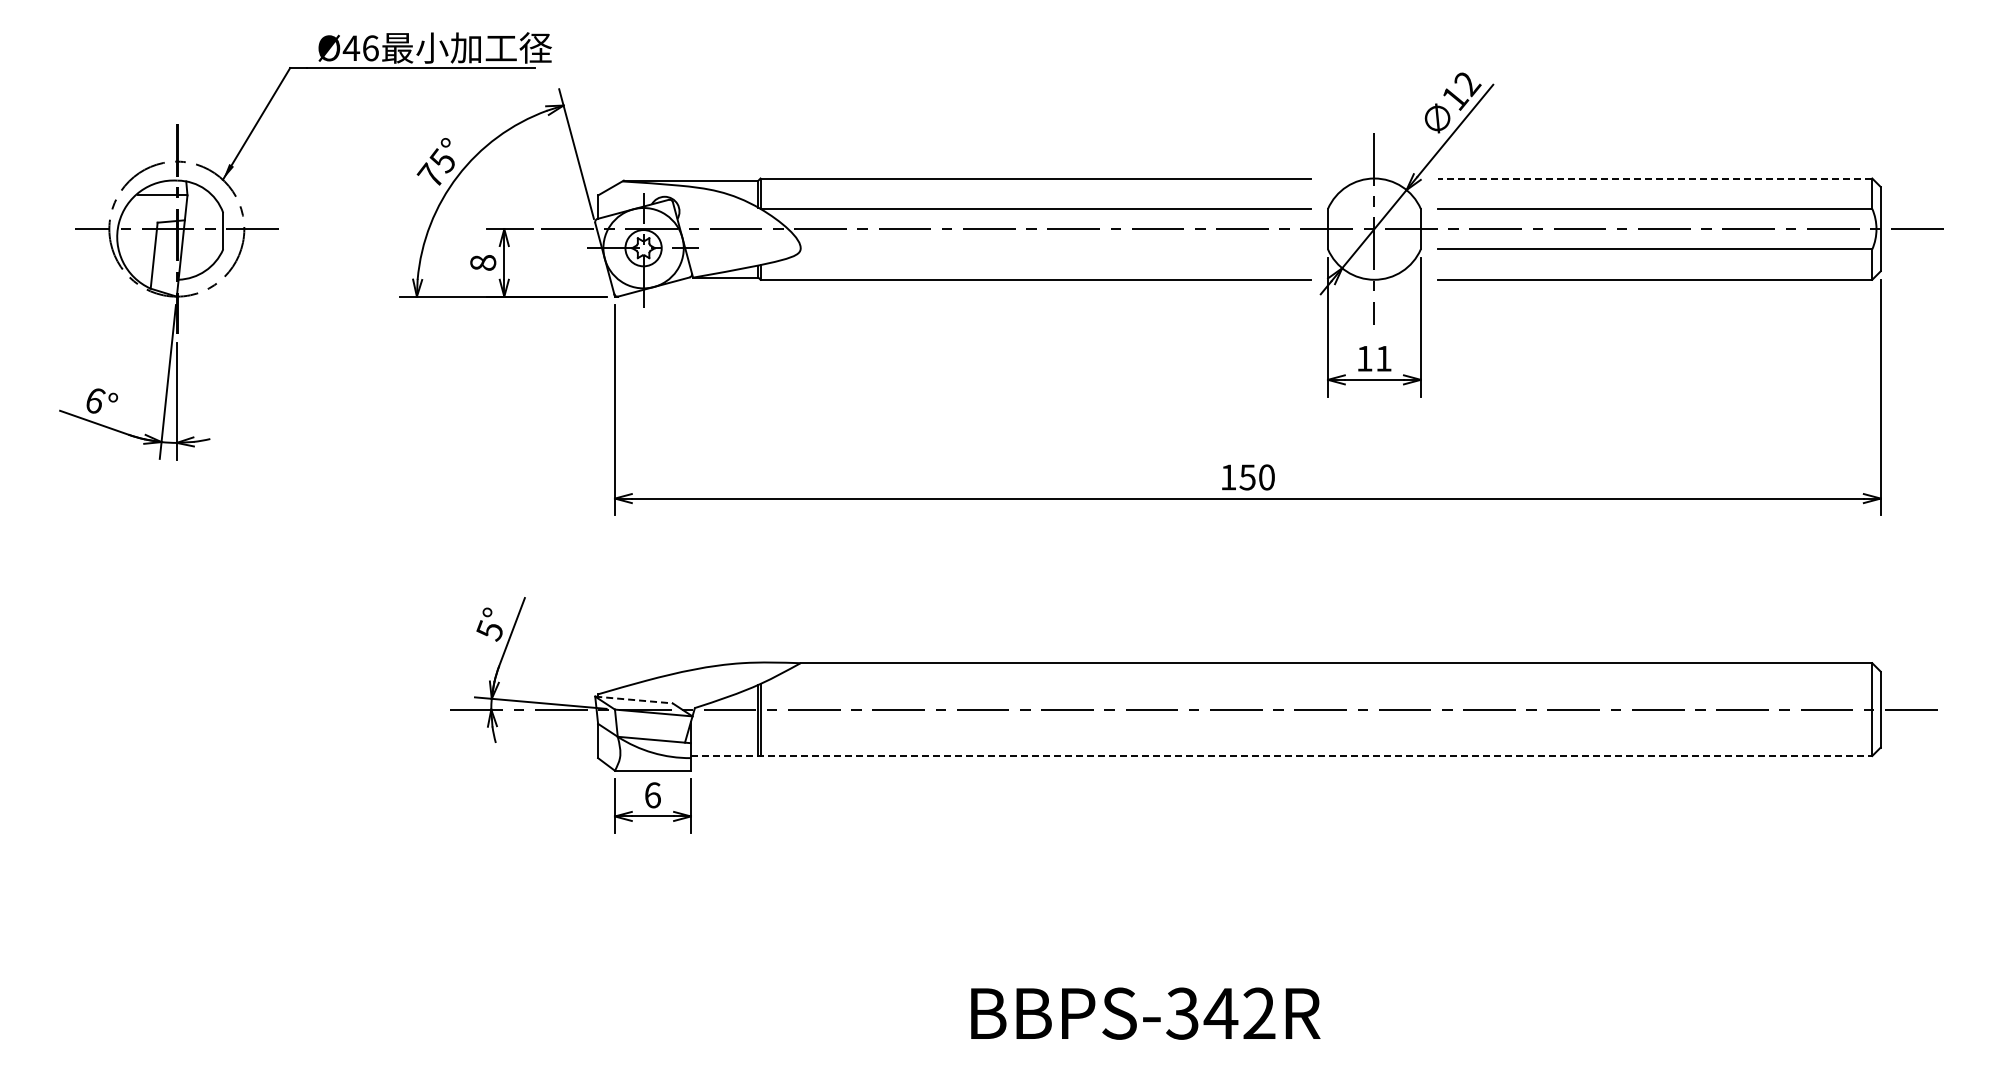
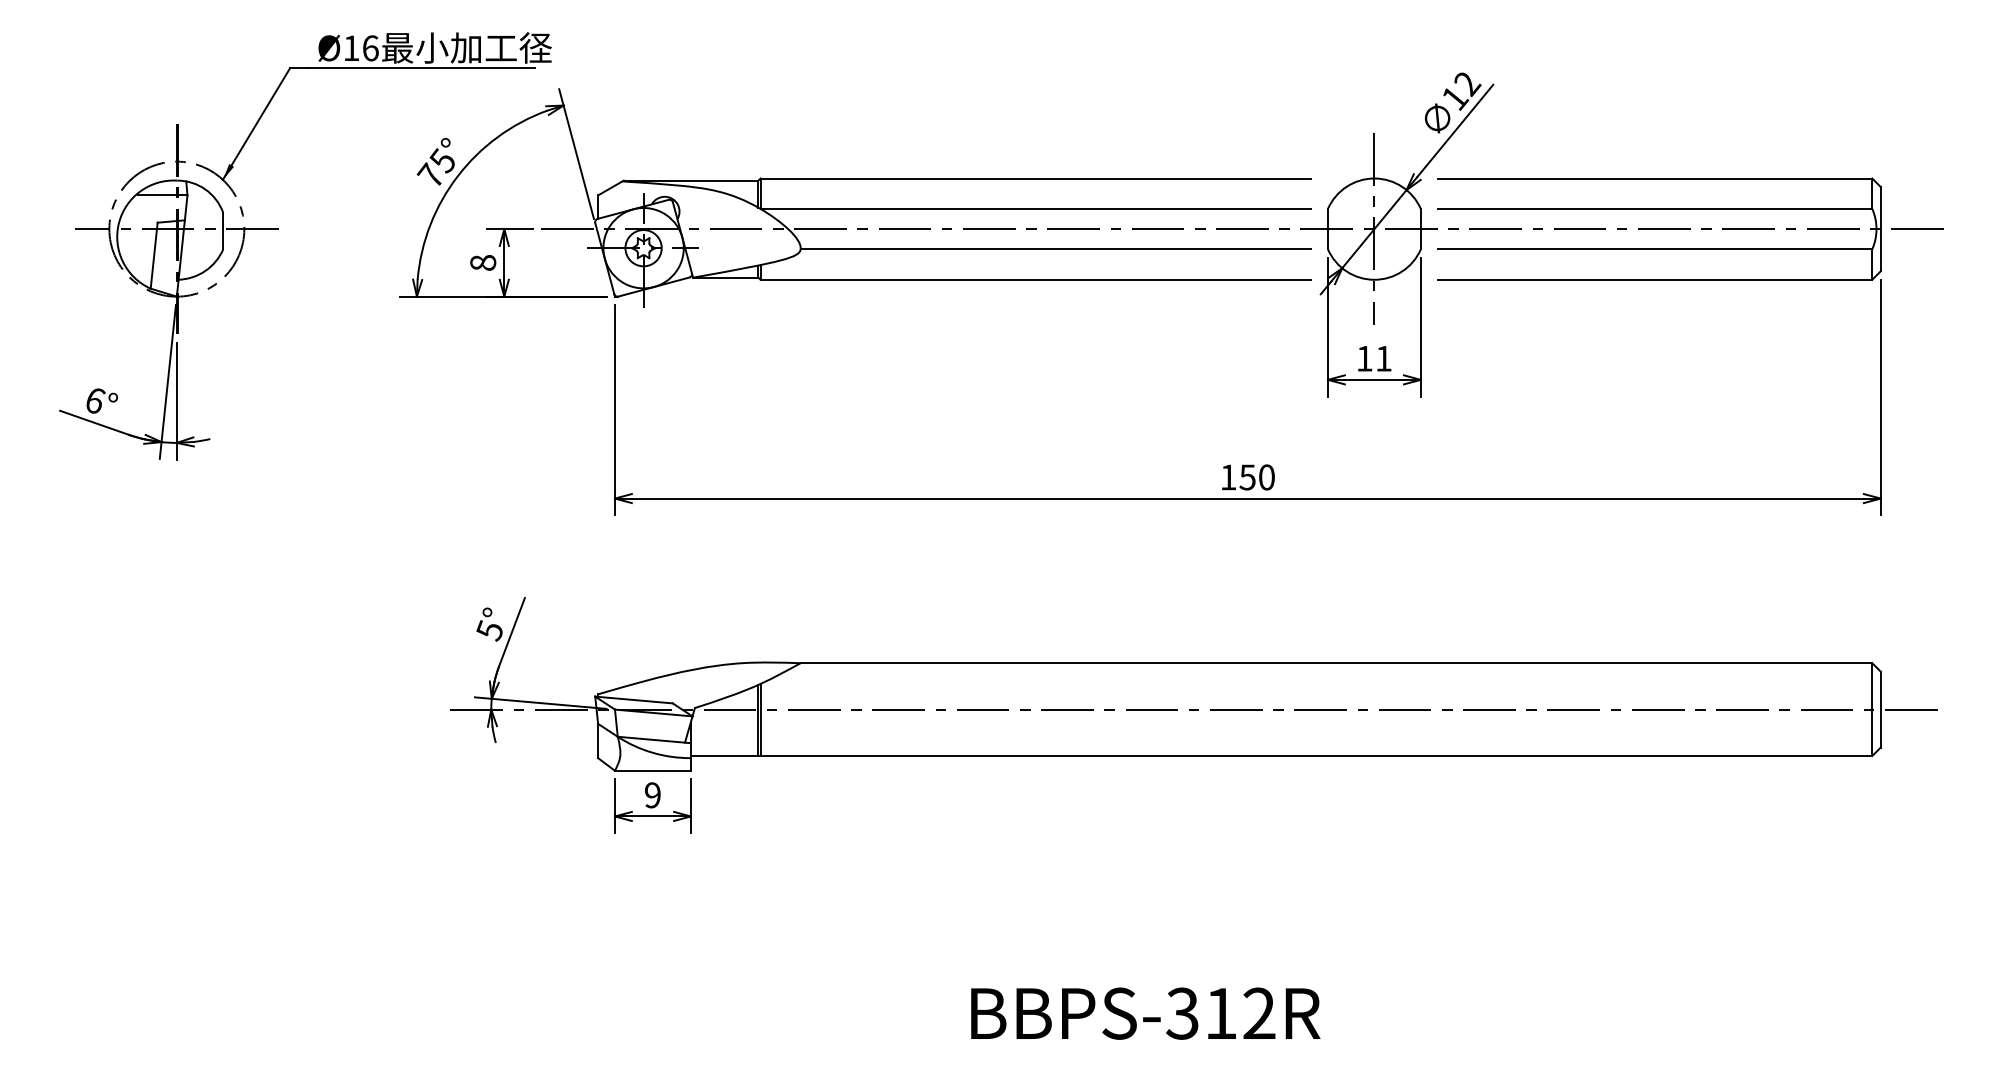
text at (351, 47): Ø46 -> Ø16
line at (1654, 178): dashed -> solid
line at (1055, 249): none -> present
line at (634, 700): dashed -> solid
line at (1281, 756): dashed -> solid
text at (652, 795): 6 -> 9
text at (1220, 1013): BBPS-342R -> BBPS-312R
